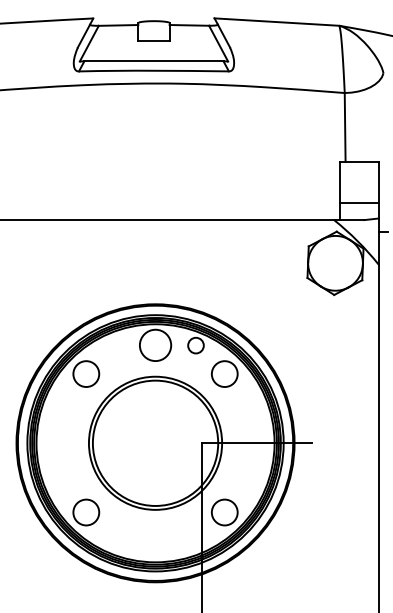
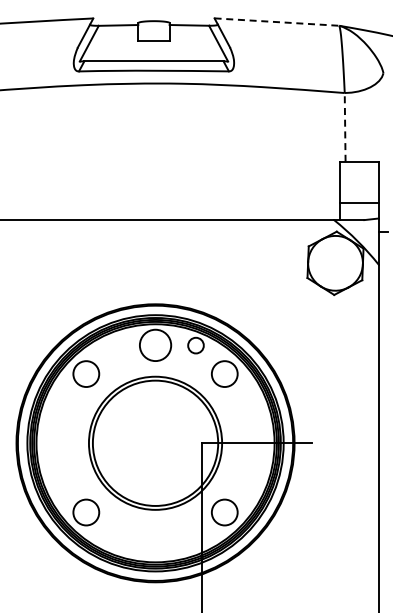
line at (277, 22): solid -> dashed
line at (345, 126): solid -> dashed
